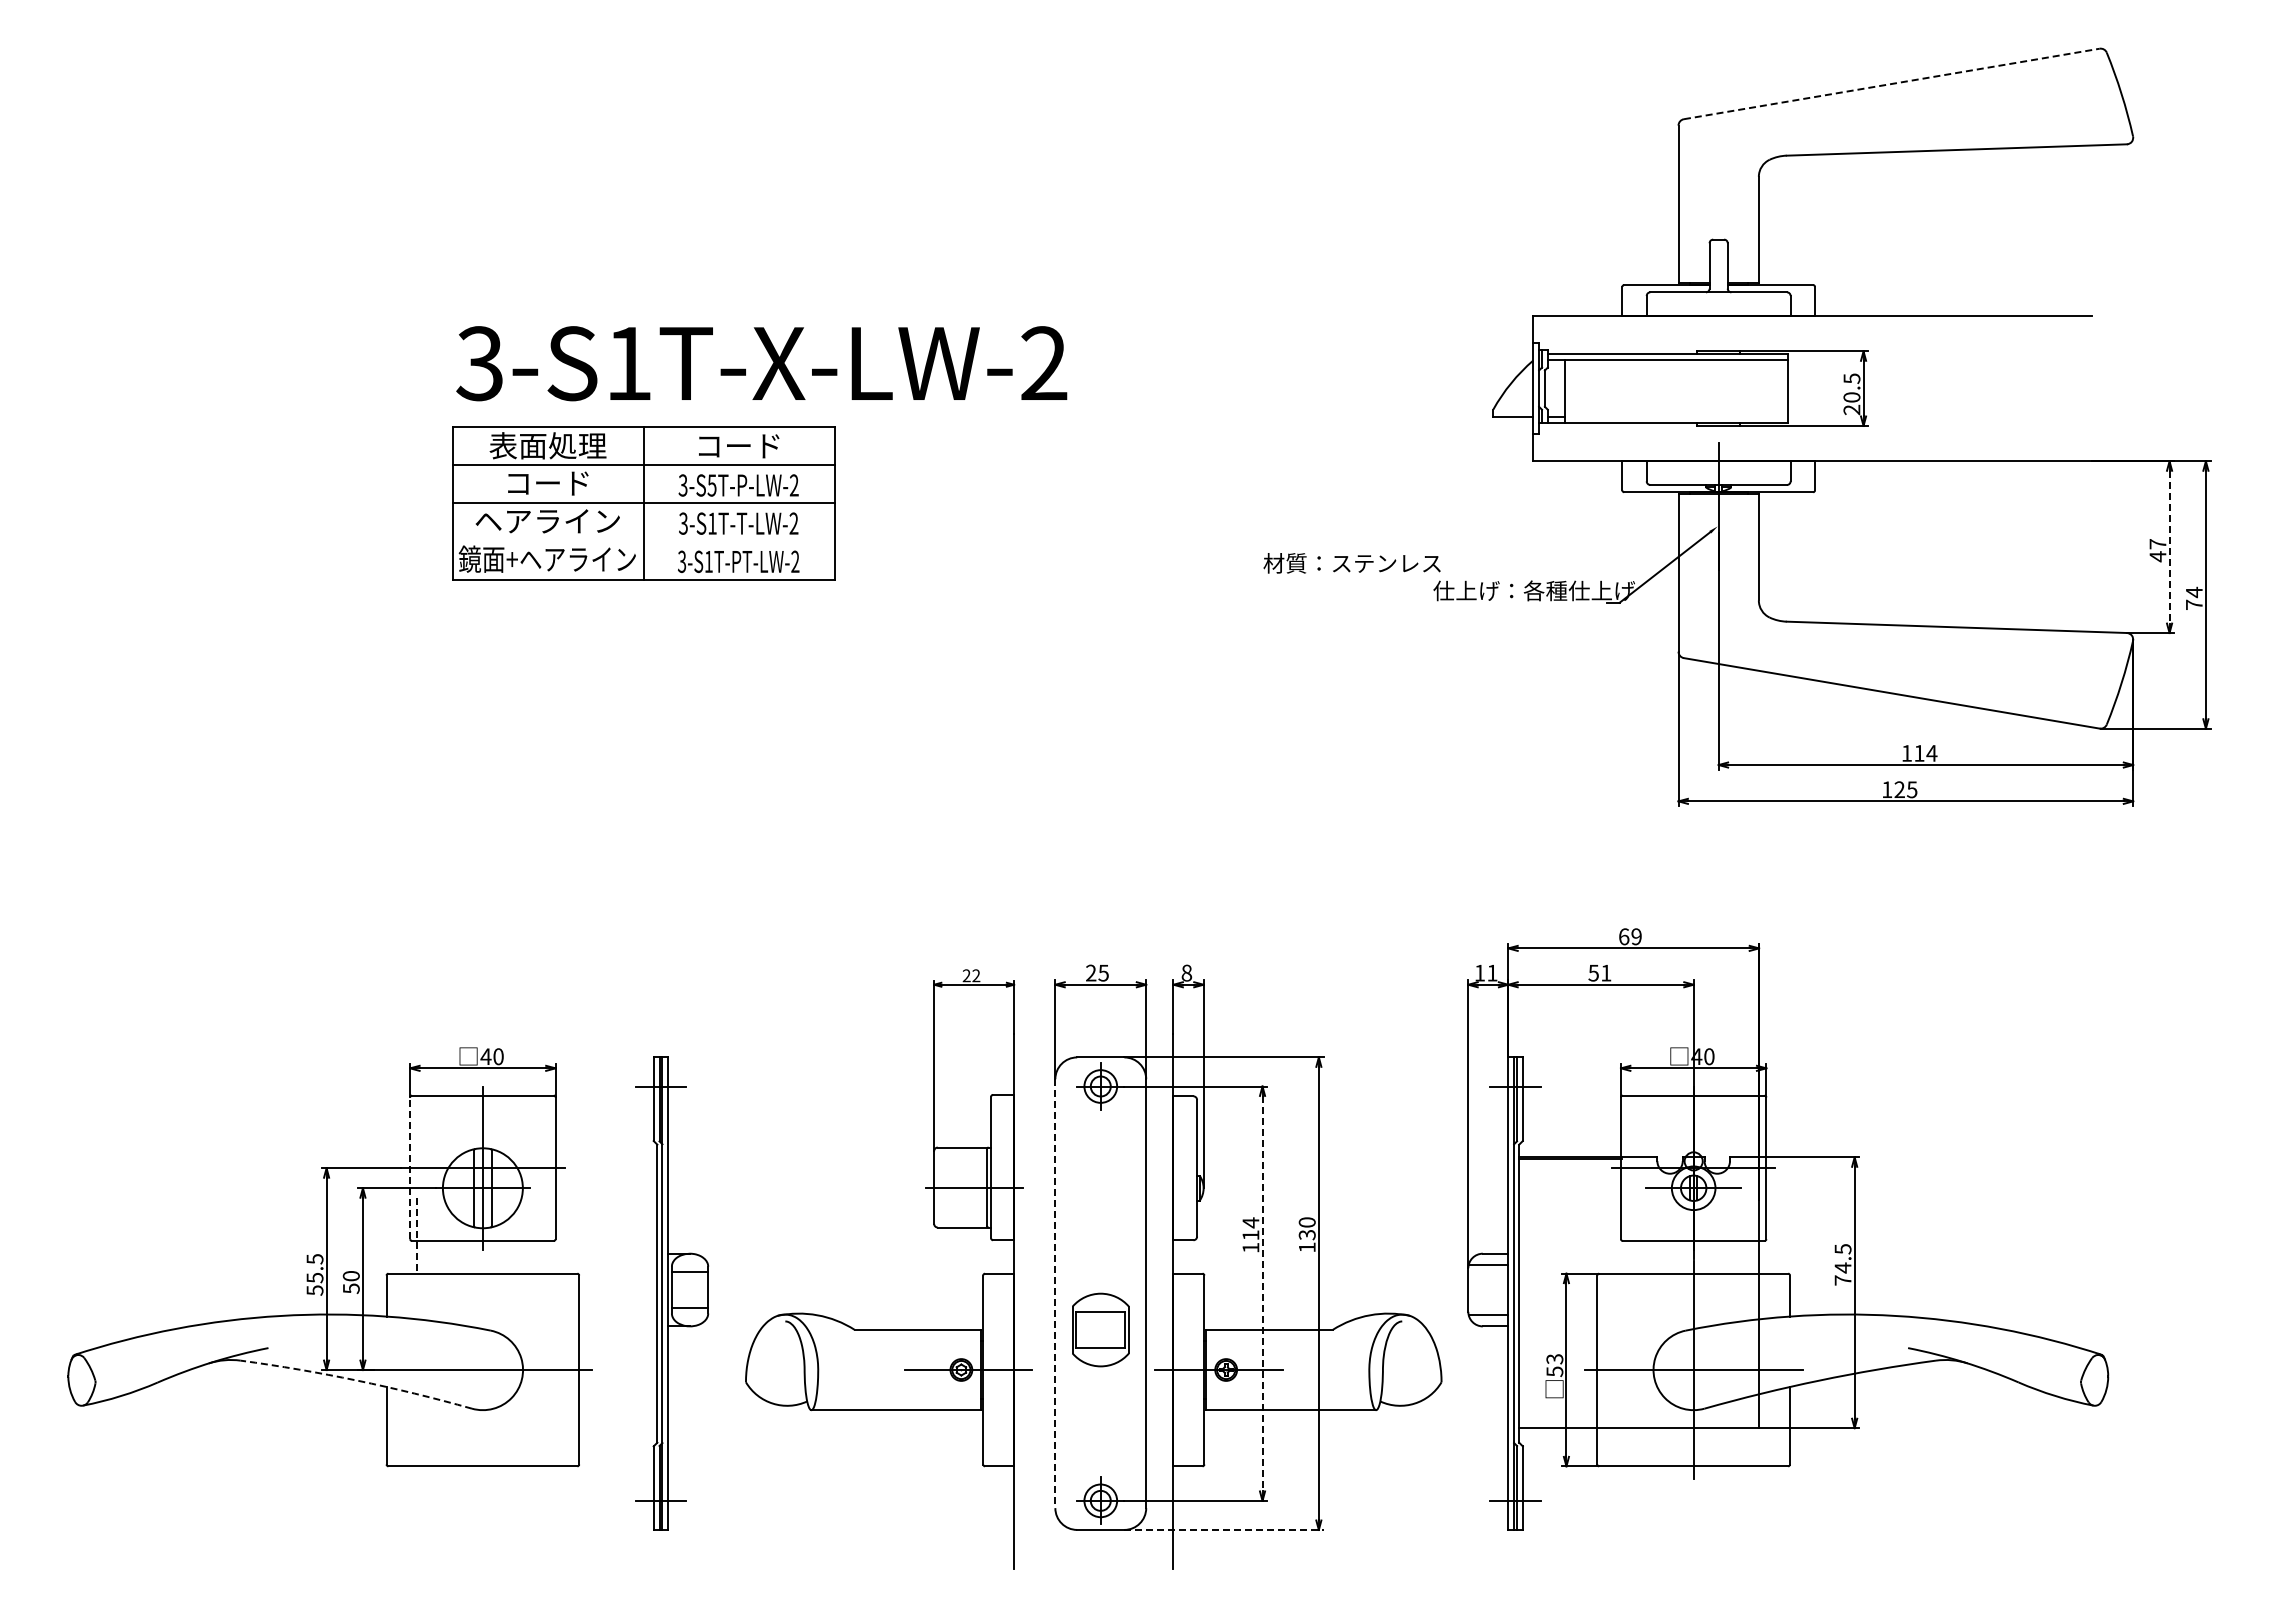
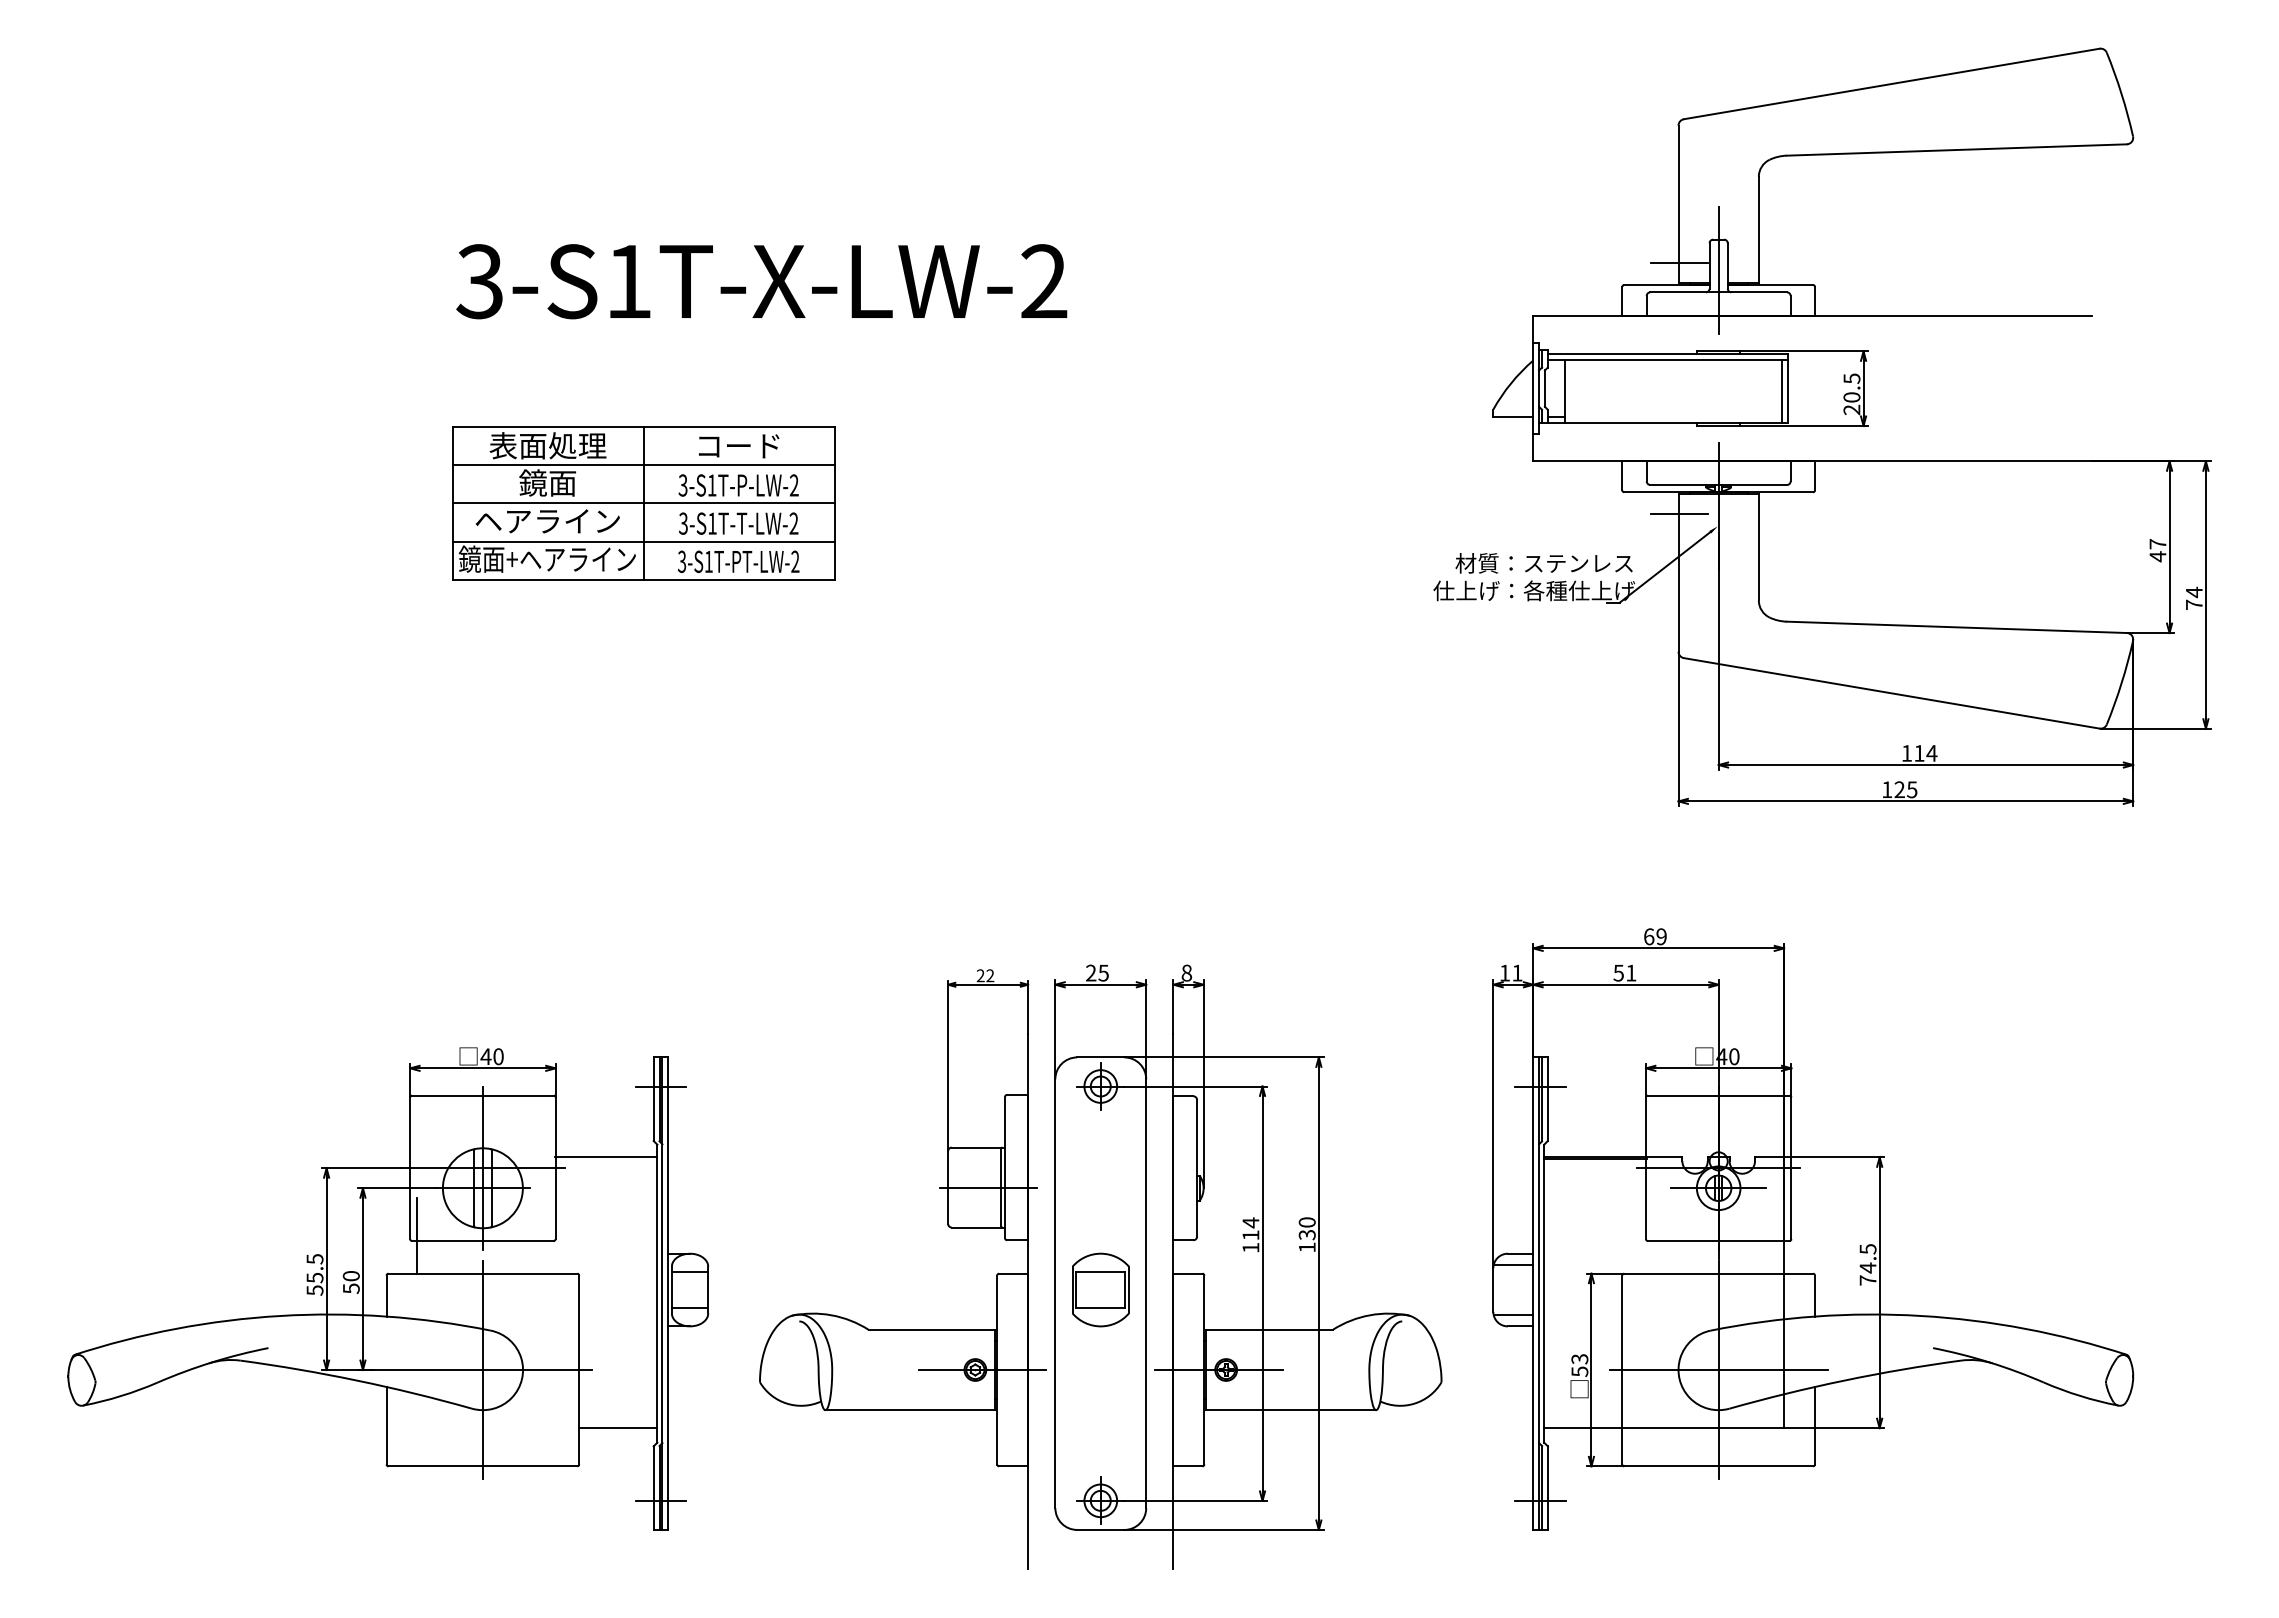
line at (1891, 83): dashed -> solid
line at (1678, 263): none -> present
line at (1718, 270): none -> present
text at (761, 363) position: (761, 363) -> (761, 281)
line at (1781, 391): none -> present
text at (548, 482): コード -> 鏡面
text at (711, 485): 3-S5T-P-LW-2 -> 3-S1T-P-LW-2
line at (1678, 514): none -> present
line at (643, 541): none -> present
line at (2169, 547): dashed -> solid
text at (1351, 563) position: (1351, 563) -> (1543, 563)
line at (605, 1157): none -> present
line at (410, 1168): dashed -> solid
part at (1788, 1229) position: (1788, 1229) -> (1813, 1229)
line at (417, 1235): dashed -> solid
line at (1262, 1293): dashed -> solid
line at (1055, 1294): dashed -> solid
part at (888, 1329) position: (888, 1329) -> (902, 1329)
part at (1100, 1329) position: (1100, 1329) -> (1100, 1289)
line at (482, 1369): none -> present
arc at (357, 1380): dashed -> solid
line at (618, 1428): none -> present
line at (1224, 1529): dashed -> solid
